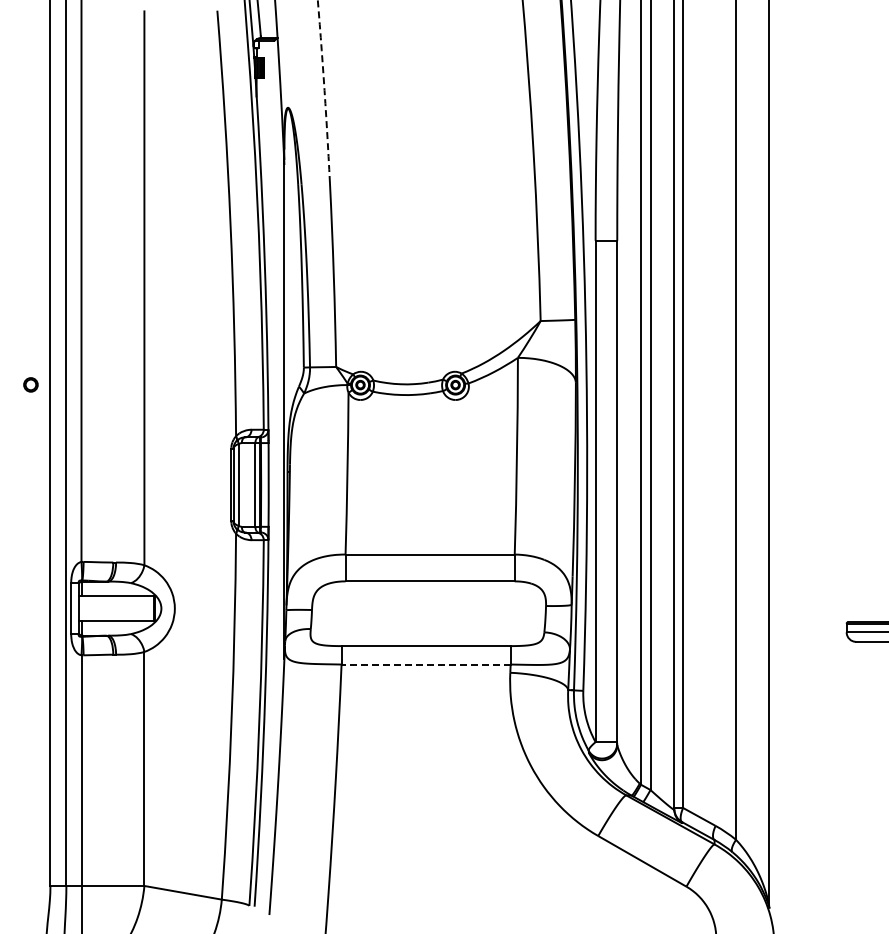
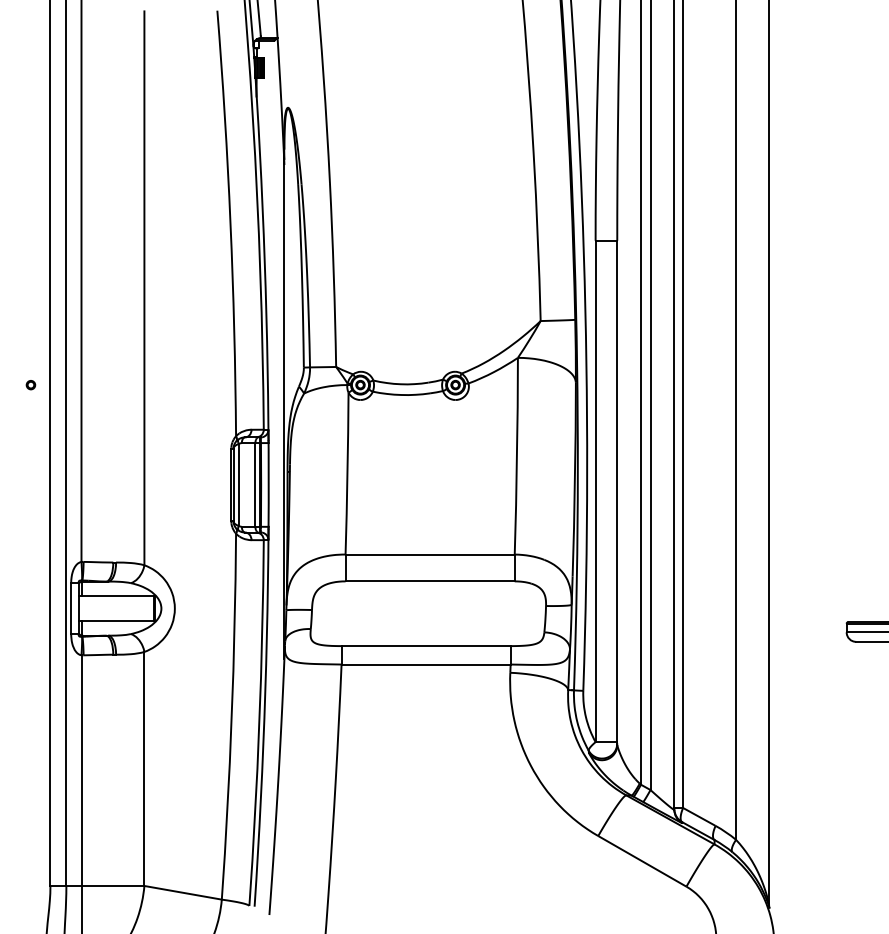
arc at (324, 91): dashed -> solid
part at (30, 384) size: 16x16 px -> 12x11 px
line at (426, 664): dashed -> solid
